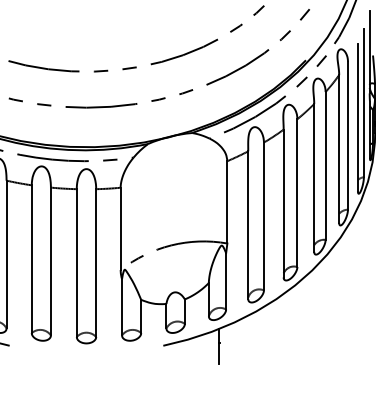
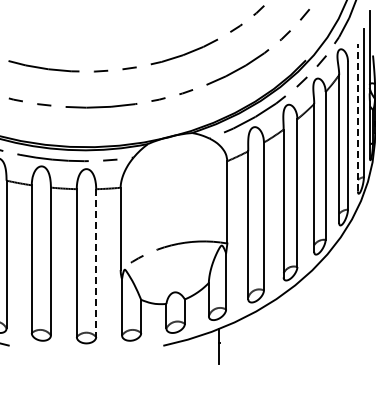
line at (357, 117): solid -> dashed
line at (96, 263): solid -> dashed
